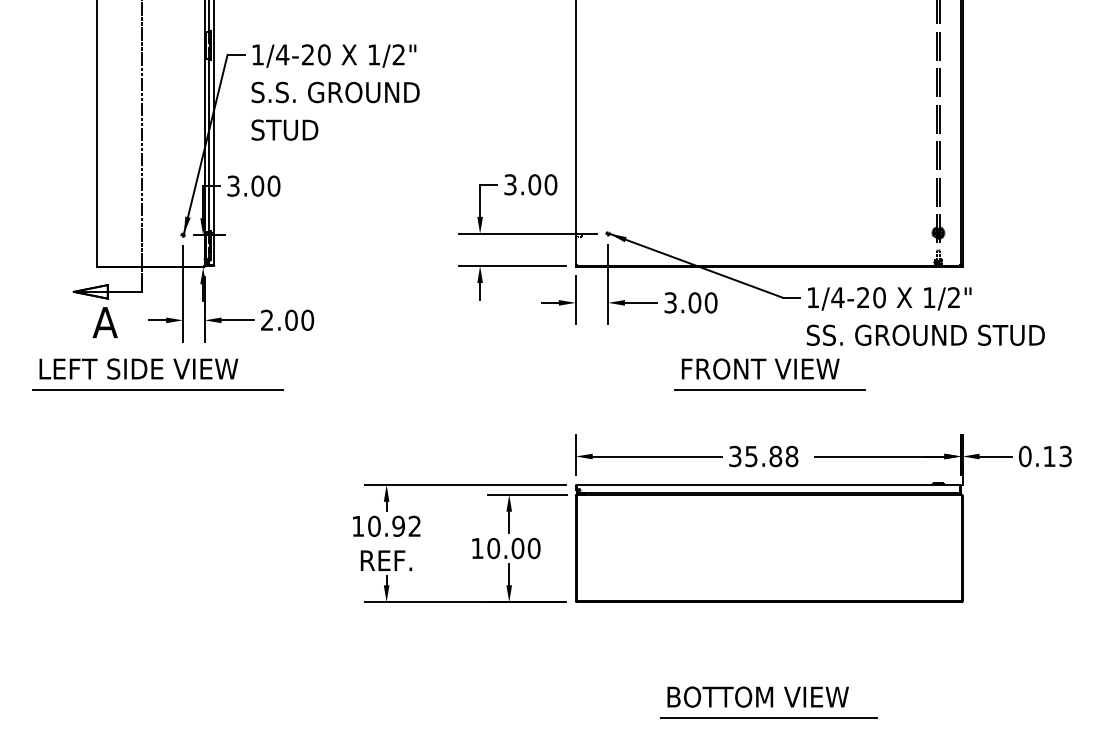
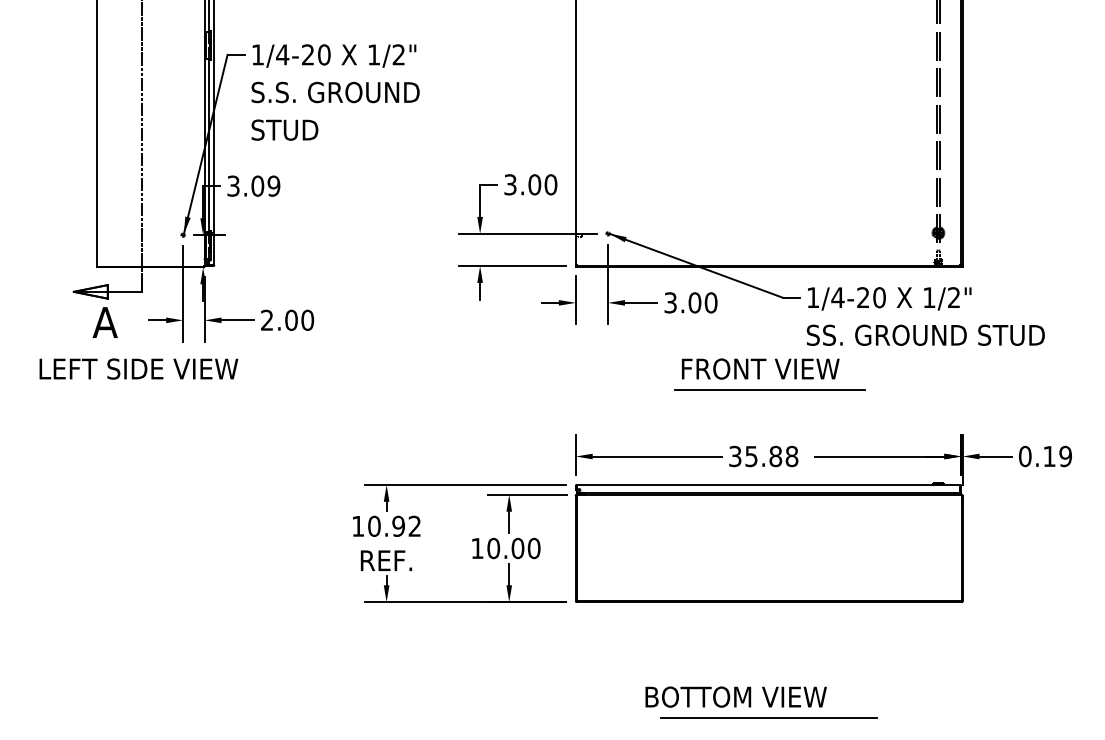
text at (273, 185): 3.00 -> 3.09
line at (157, 389): present -> none
text at (1065, 456): 0.13 -> 0.19
text at (757, 696) position: (757, 696) -> (735, 696)
